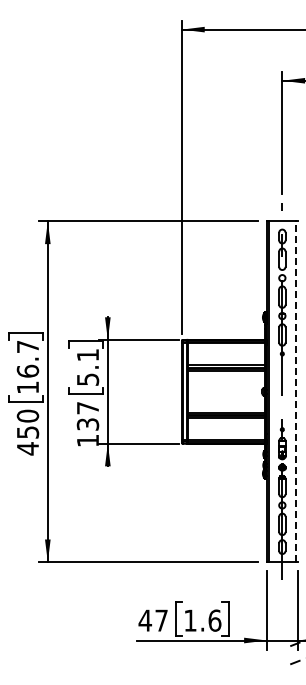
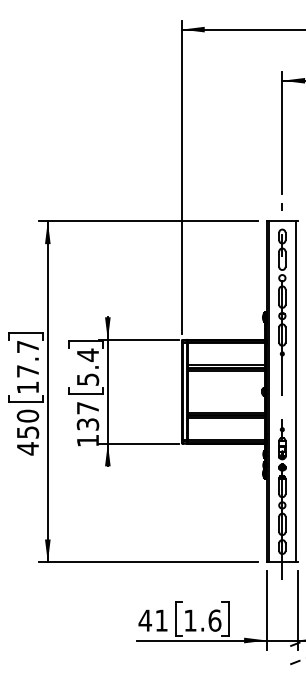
text at (87, 355): 5.1 -> 5.4
text at (27, 370): 16.7 -> 17.7
line at (295, 391): dashed -> solid
text at (161, 620): 47 -> 41
